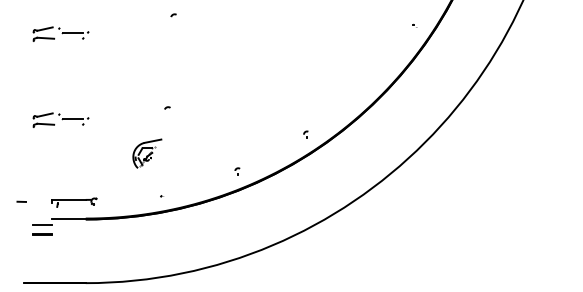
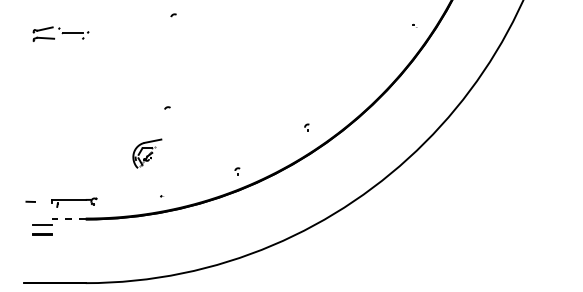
part at (60, 119): present -> none
part at (305, 134) position: (305, 134) -> (306, 127)
line at (21, 201) position: (21, 201) -> (30, 201)
line at (68, 218): solid -> dashed
